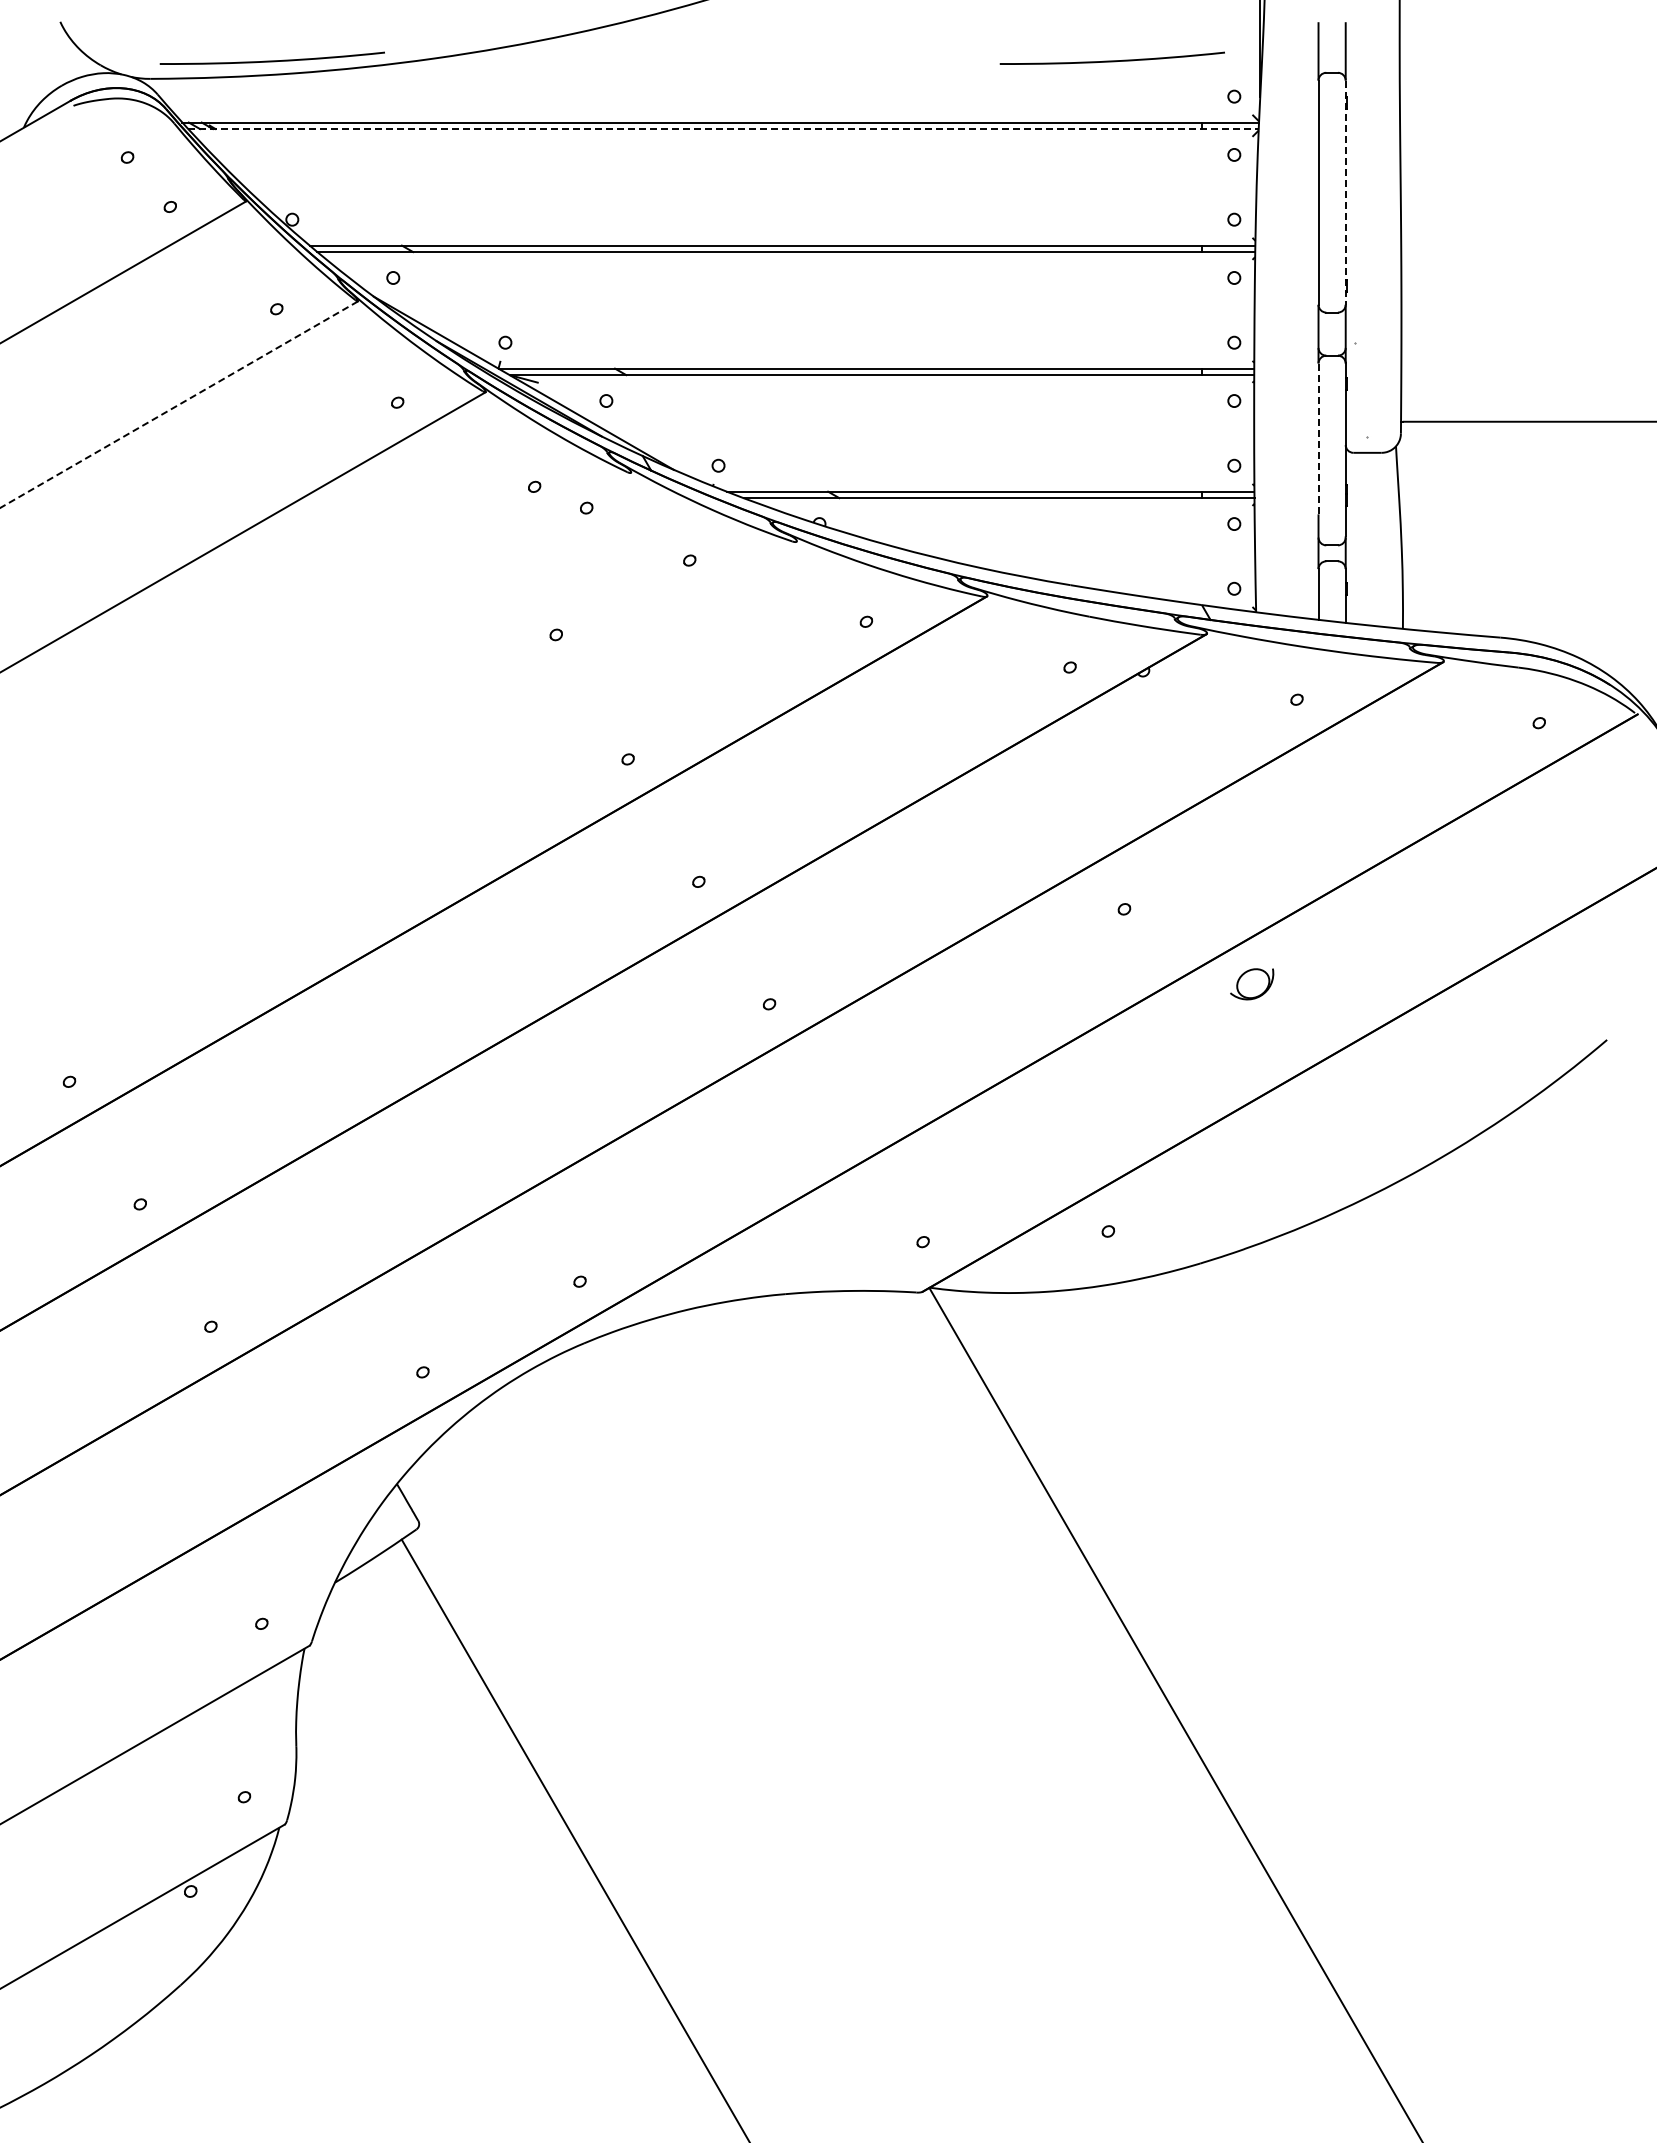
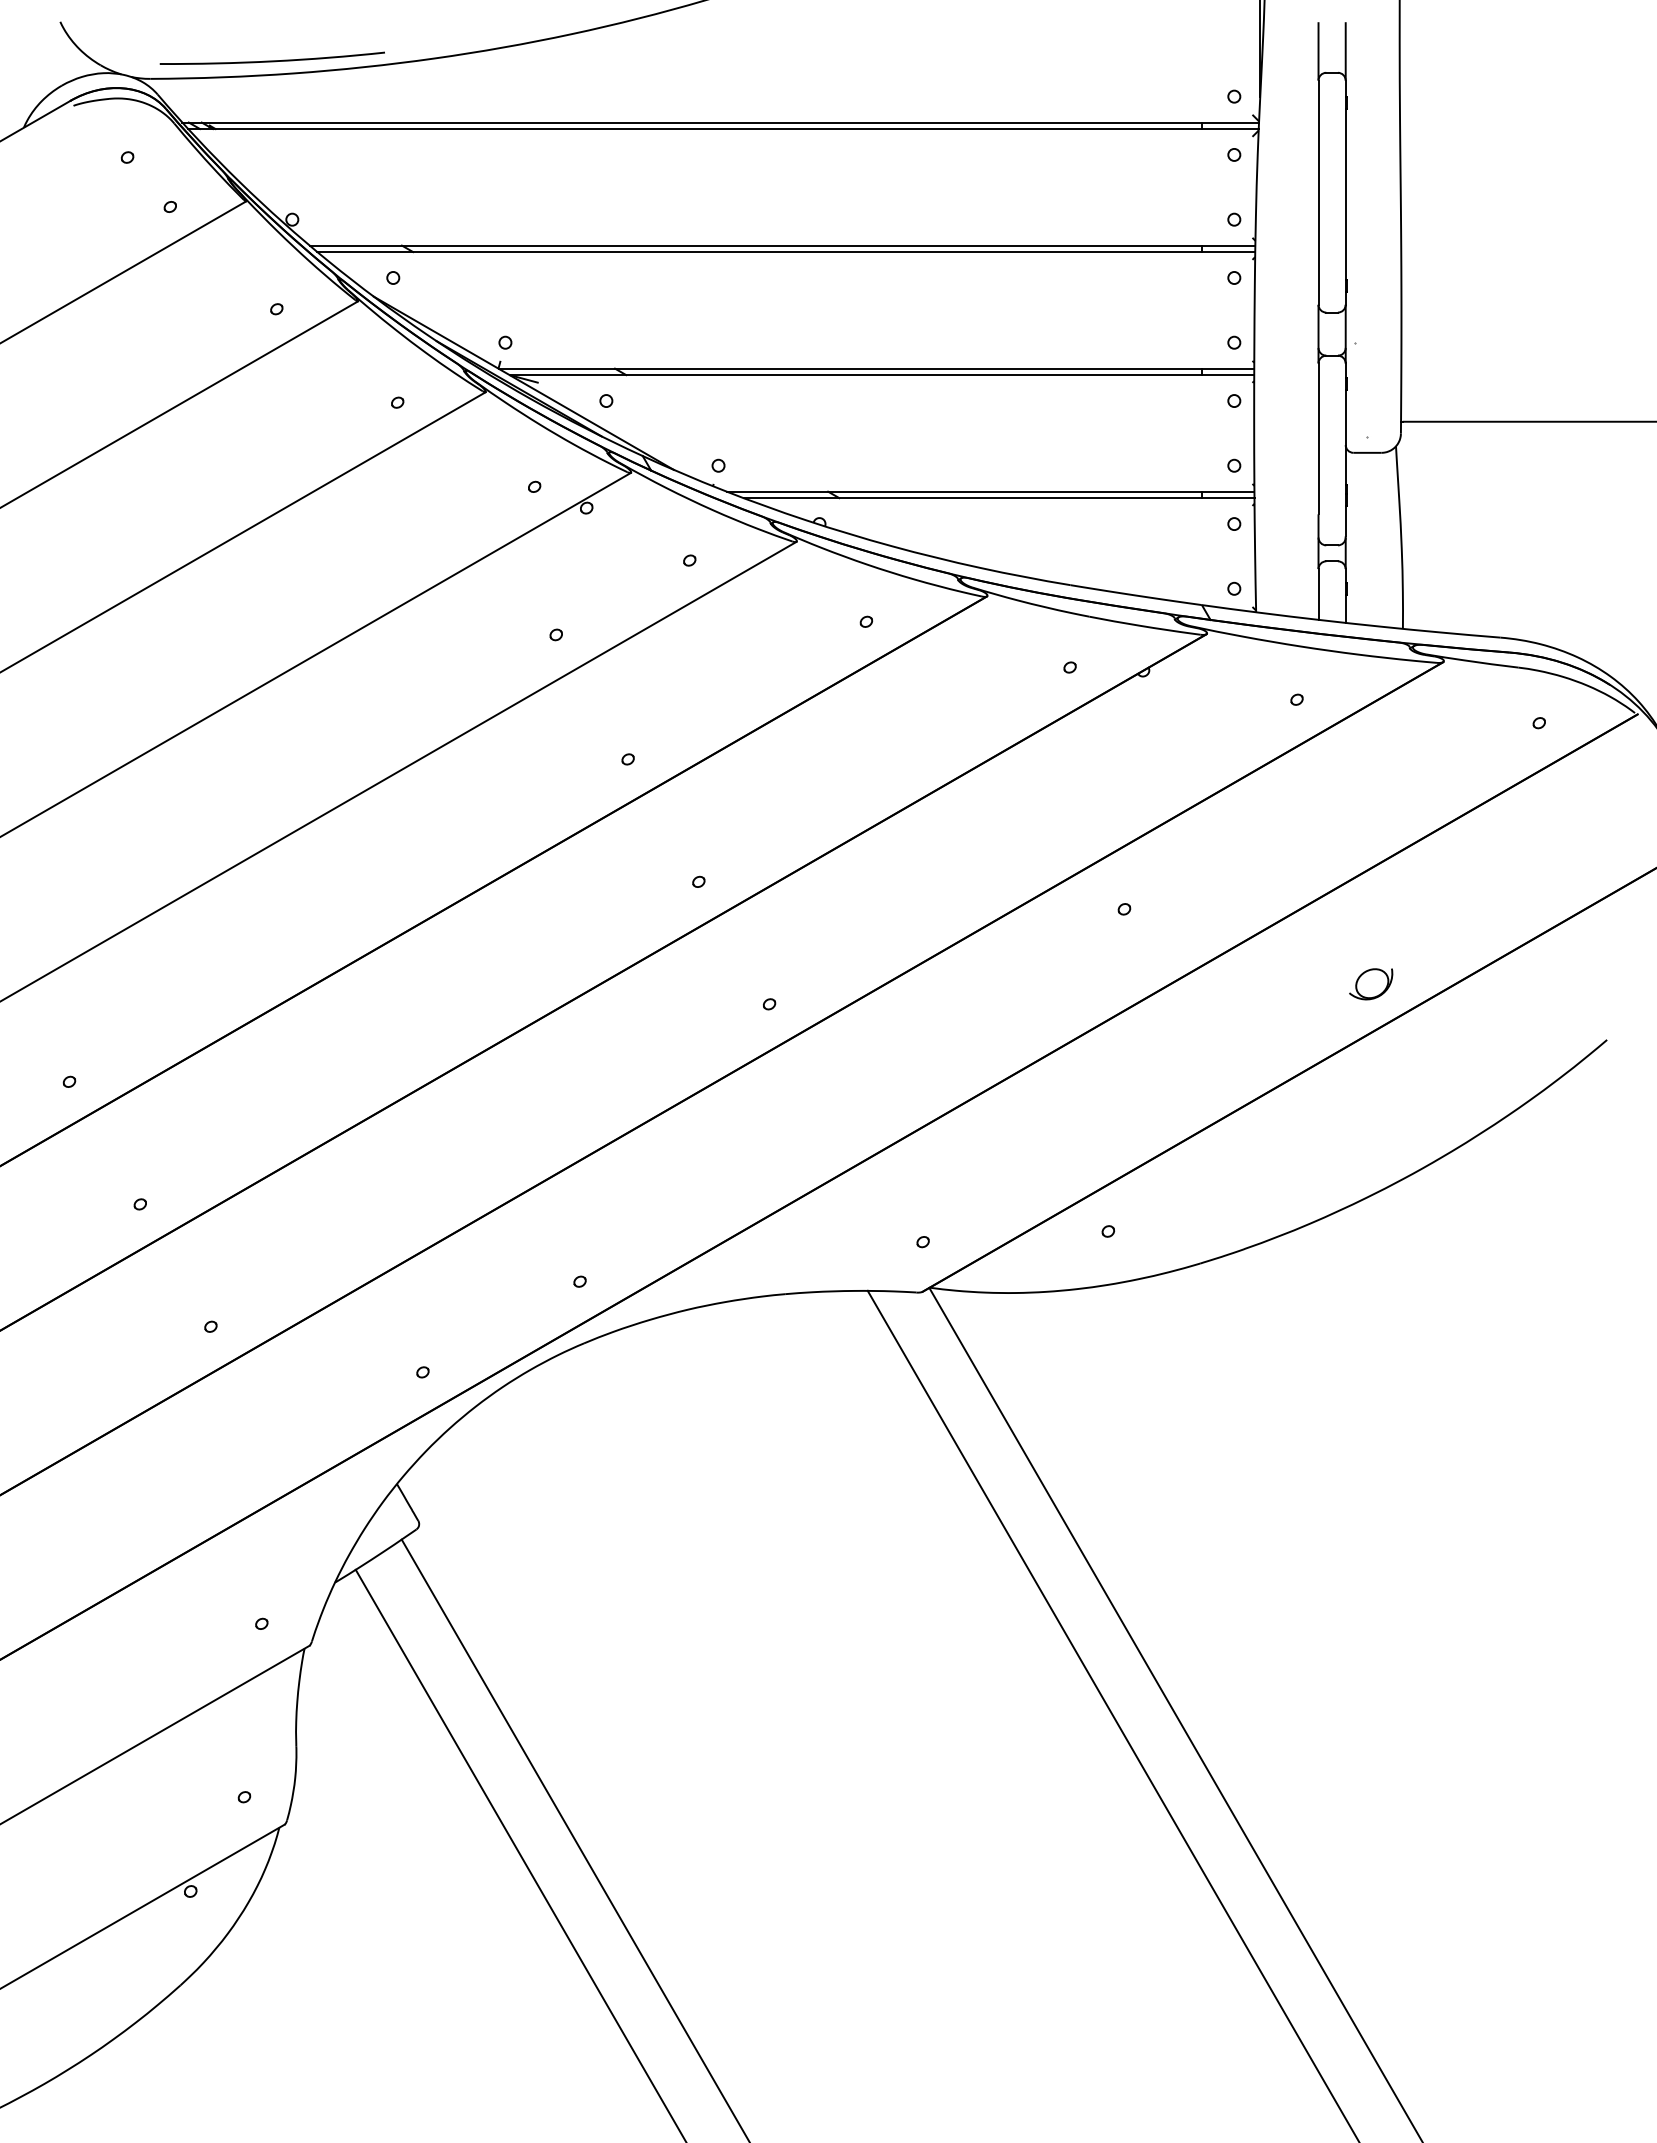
curve at (1111, 60): present -> none
line at (724, 129): dashed -> solid
line at (1345, 193): dashed -> solid
line at (178, 404): dashed -> solid
line at (1318, 438): dashed -> solid
line at (316, 654): none -> present
line at (399, 770): none -> present
part at (1252, 984) position: (1252, 984) -> (1371, 984)
line at (1112, 1714): none -> present
line at (519, 1854): none -> present
